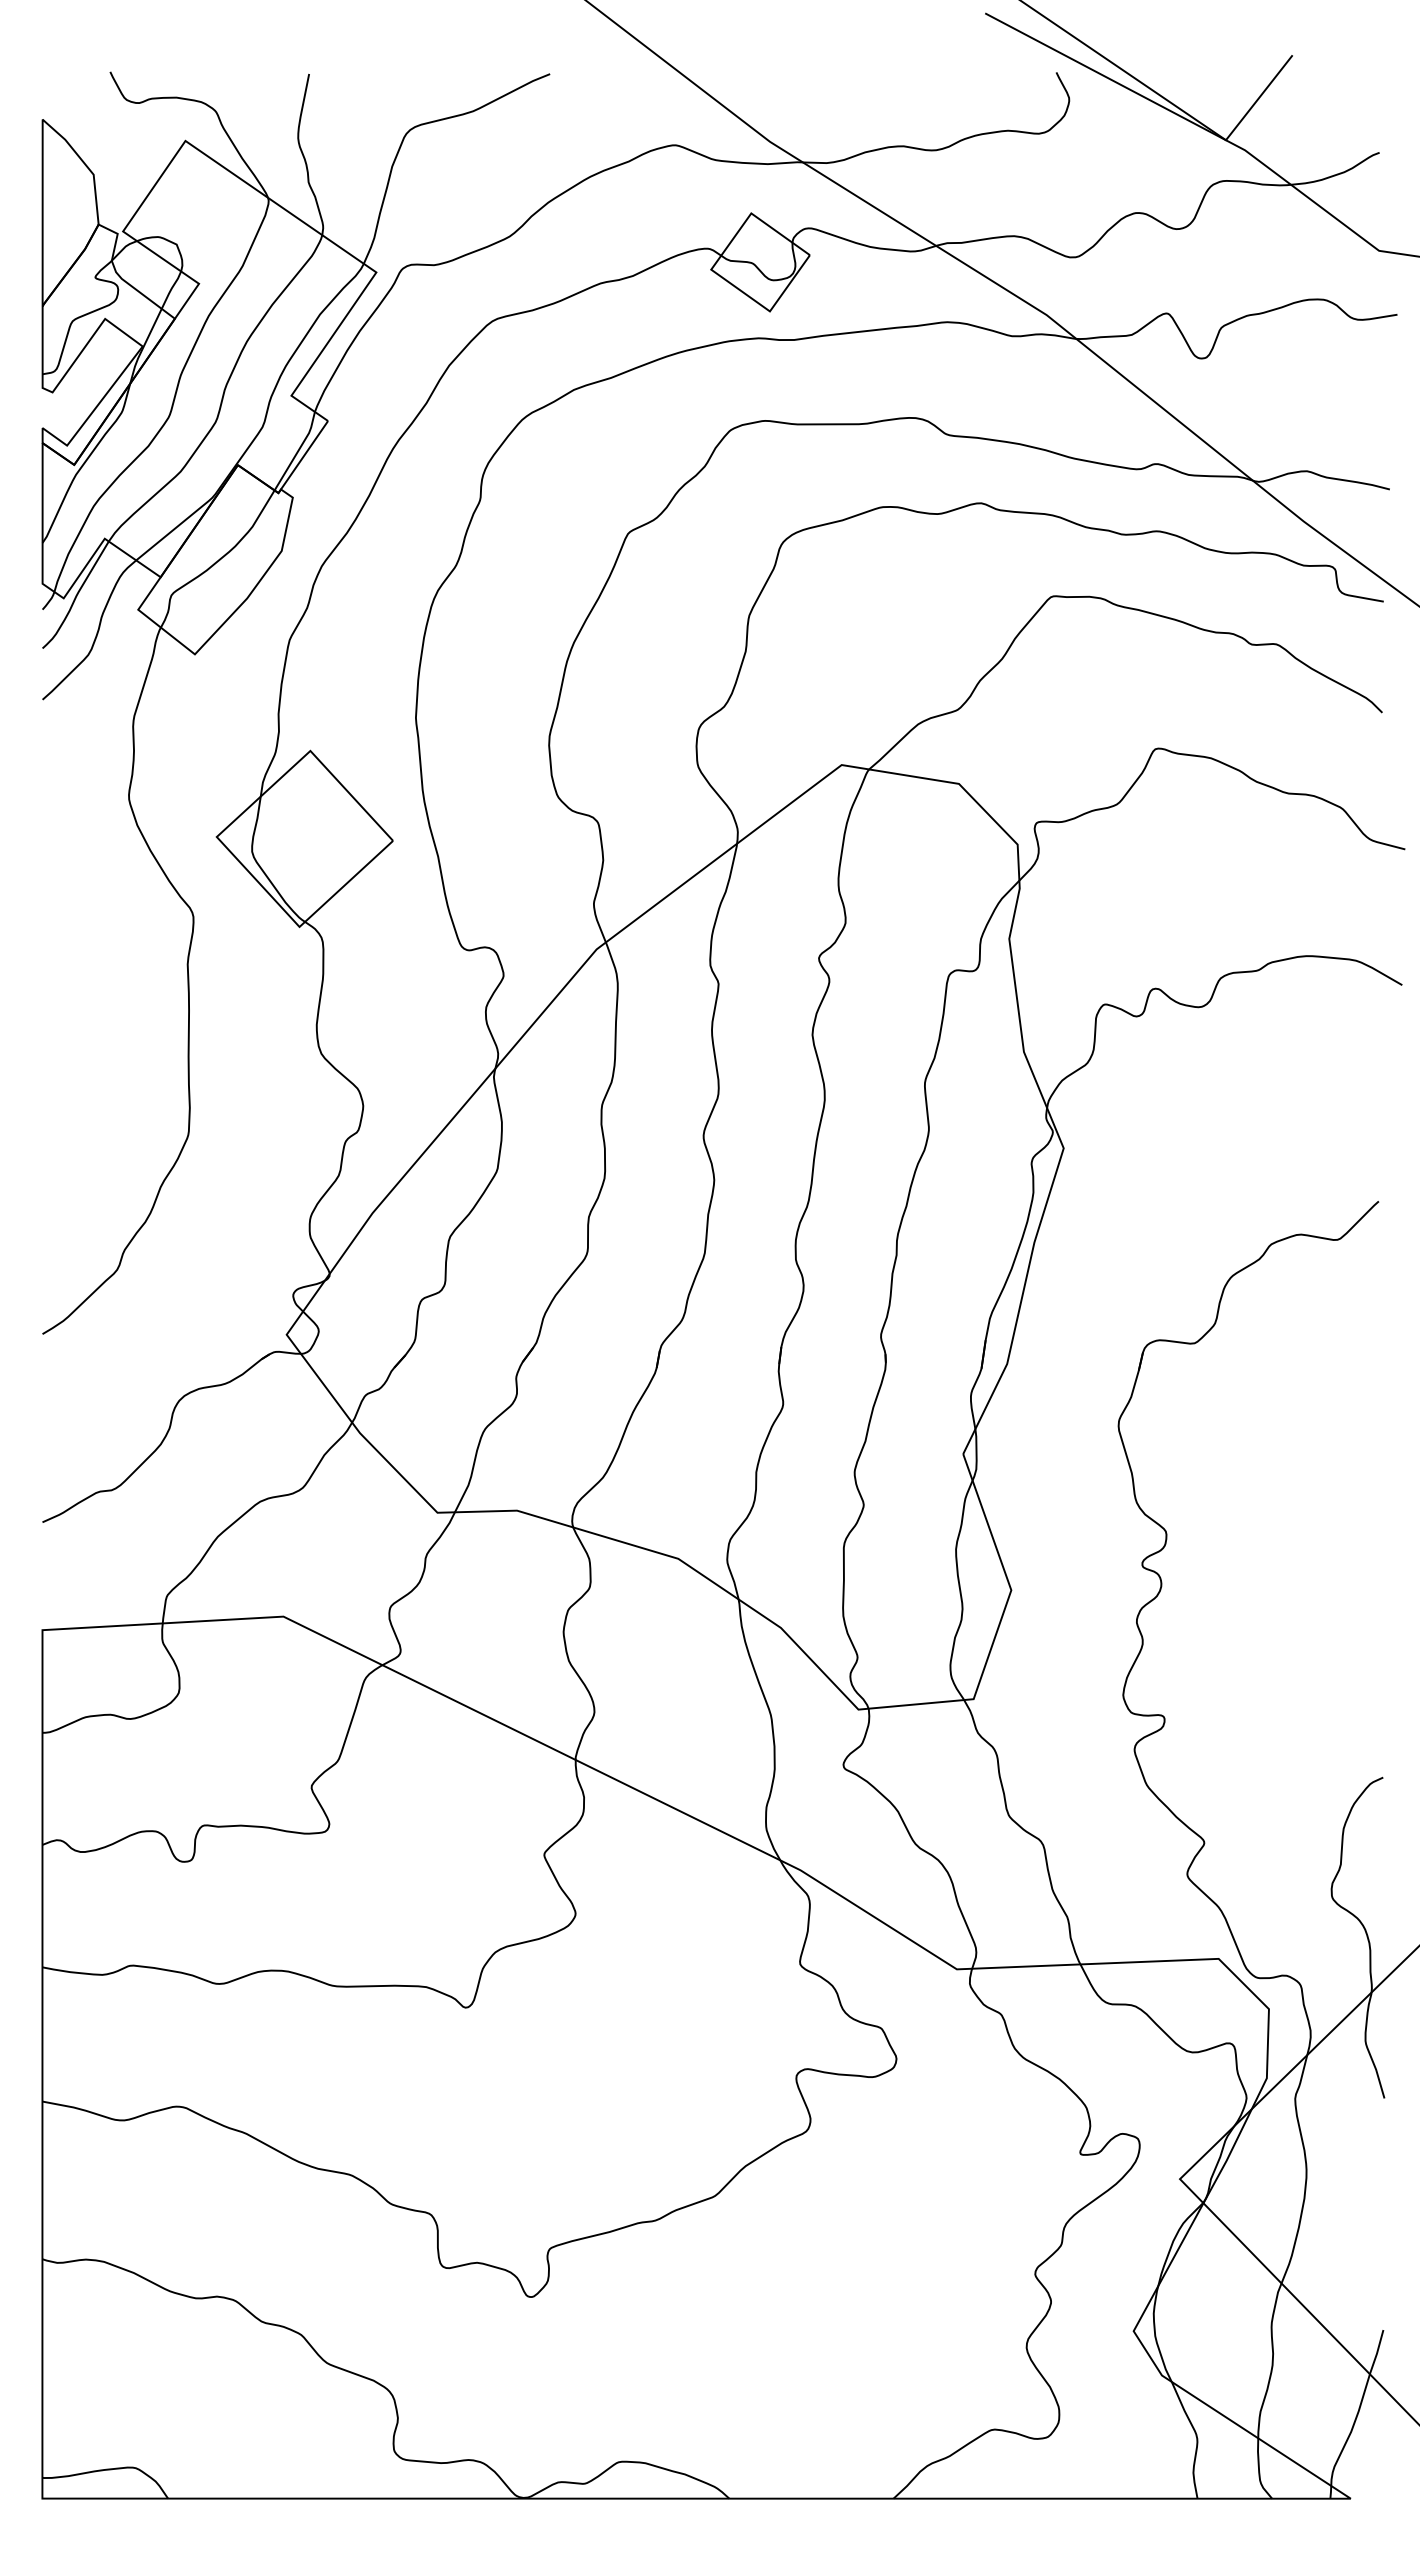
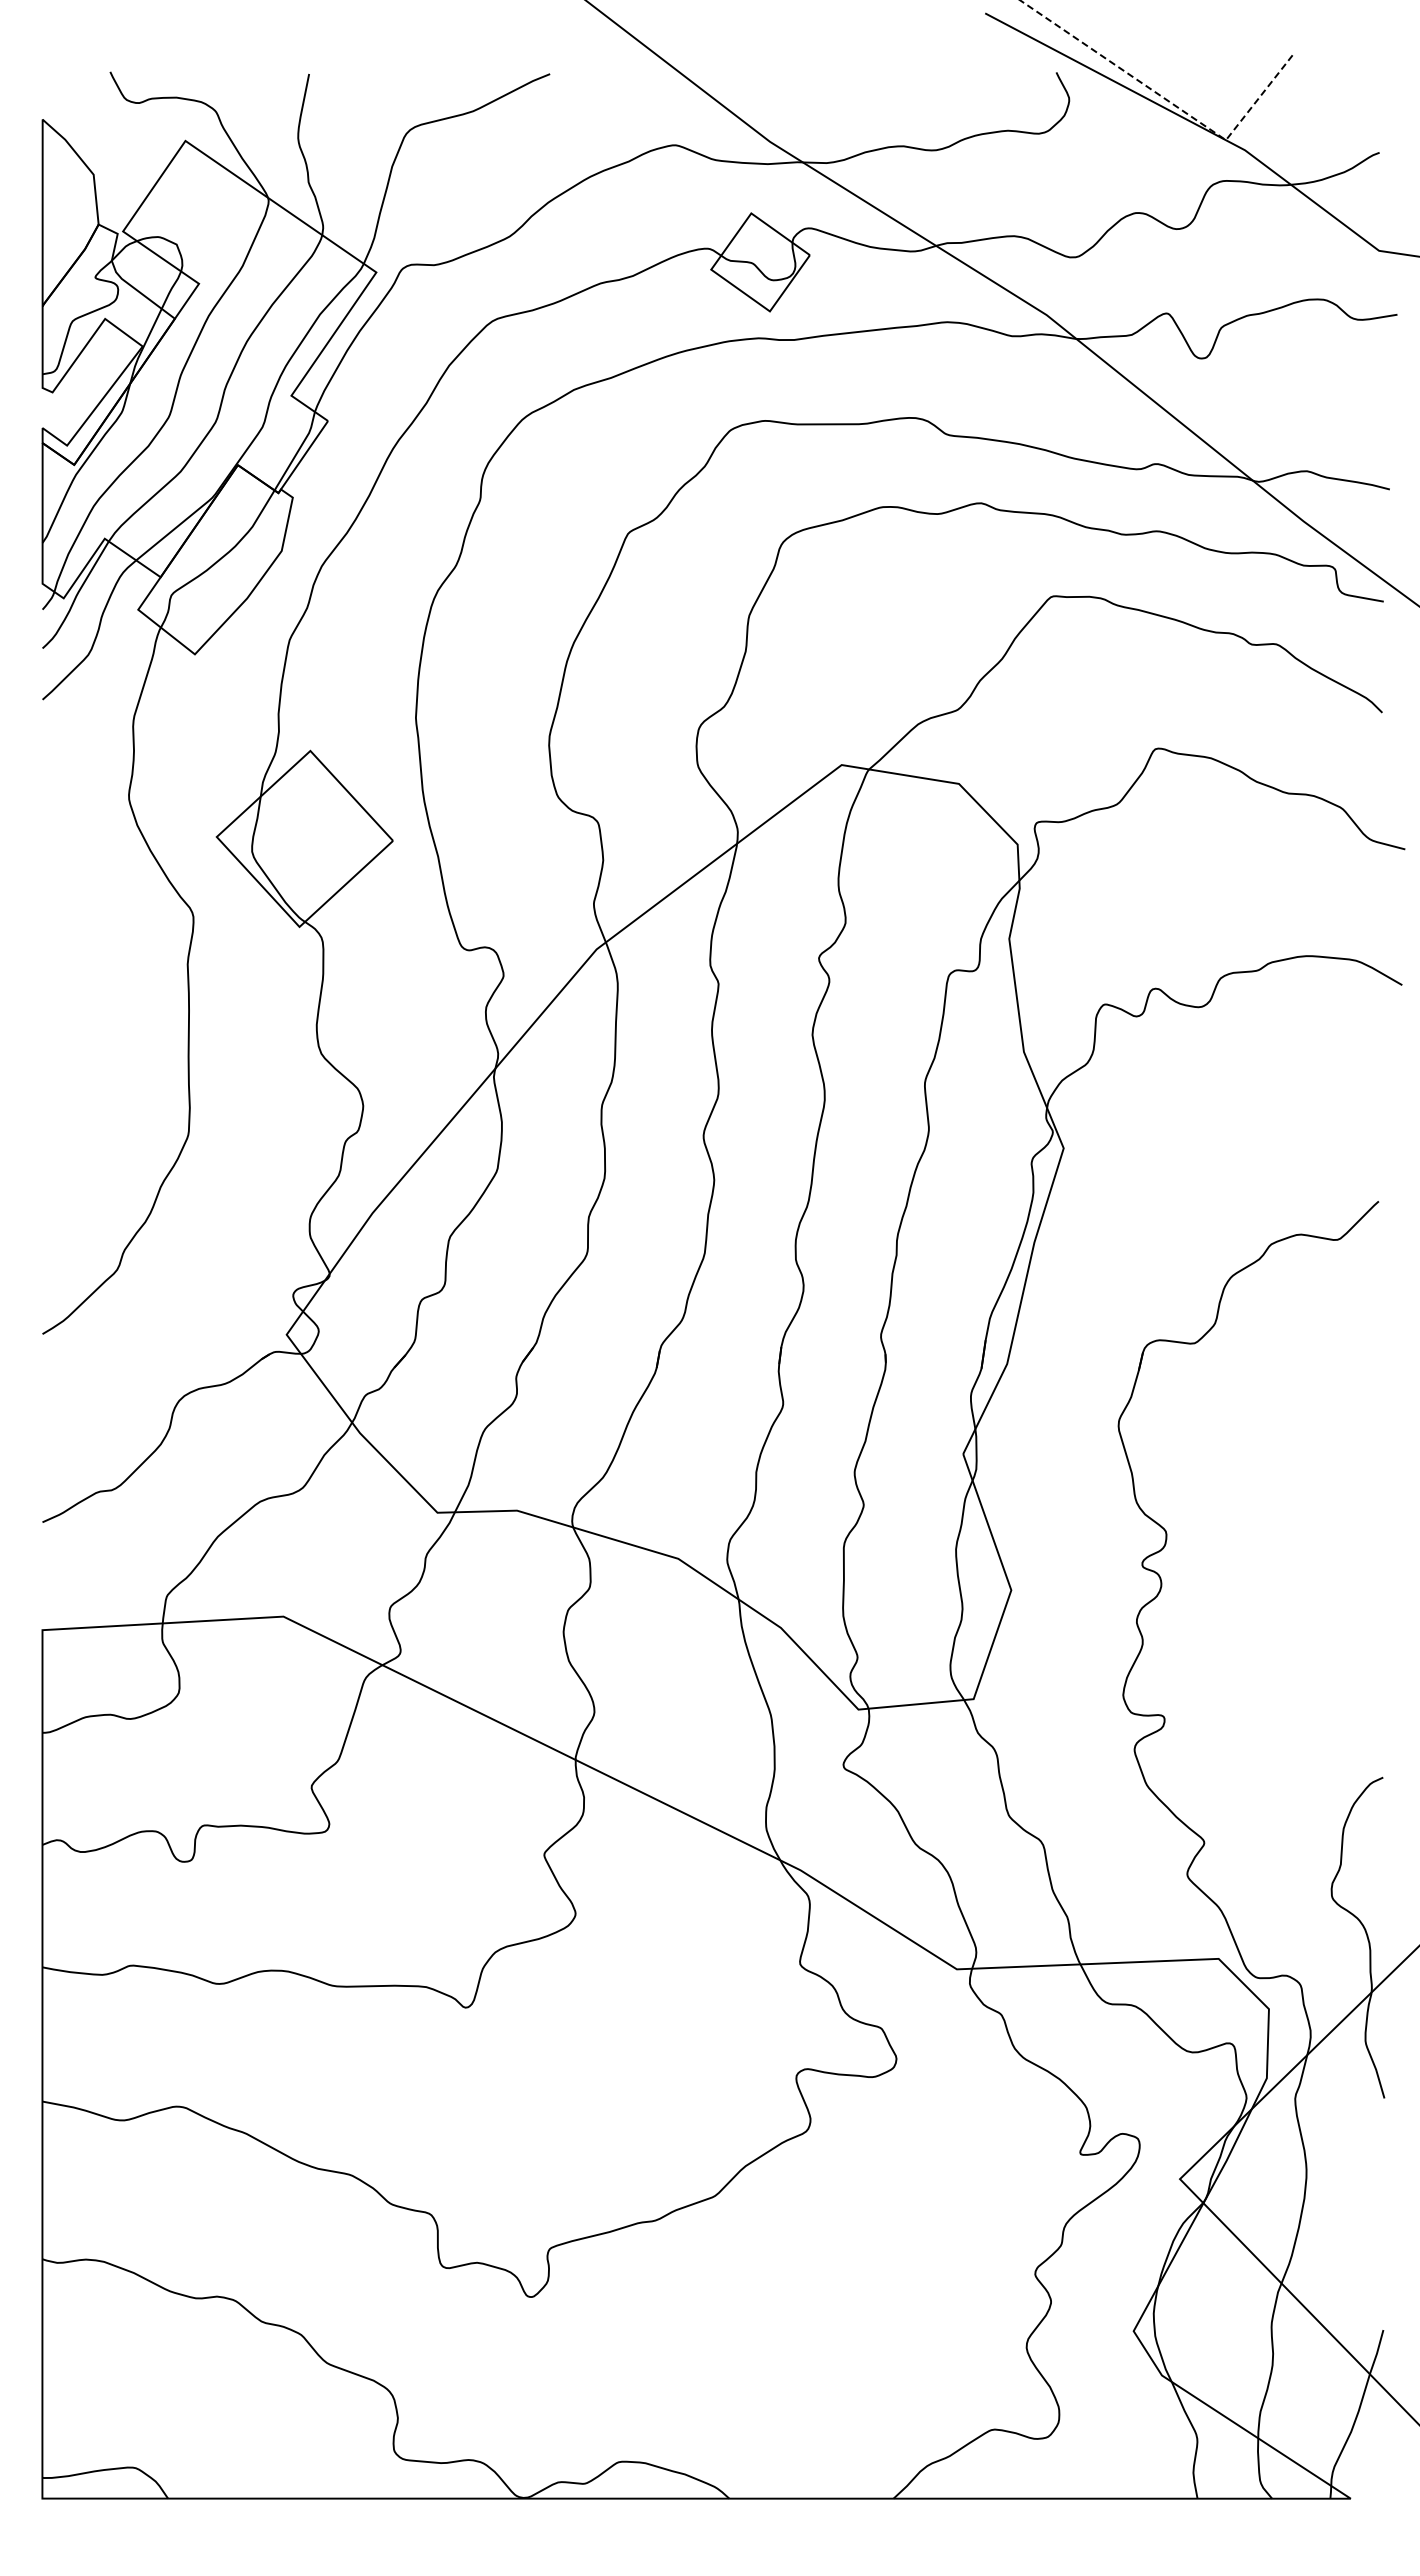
line at (1168, 100): solid -> dashed
